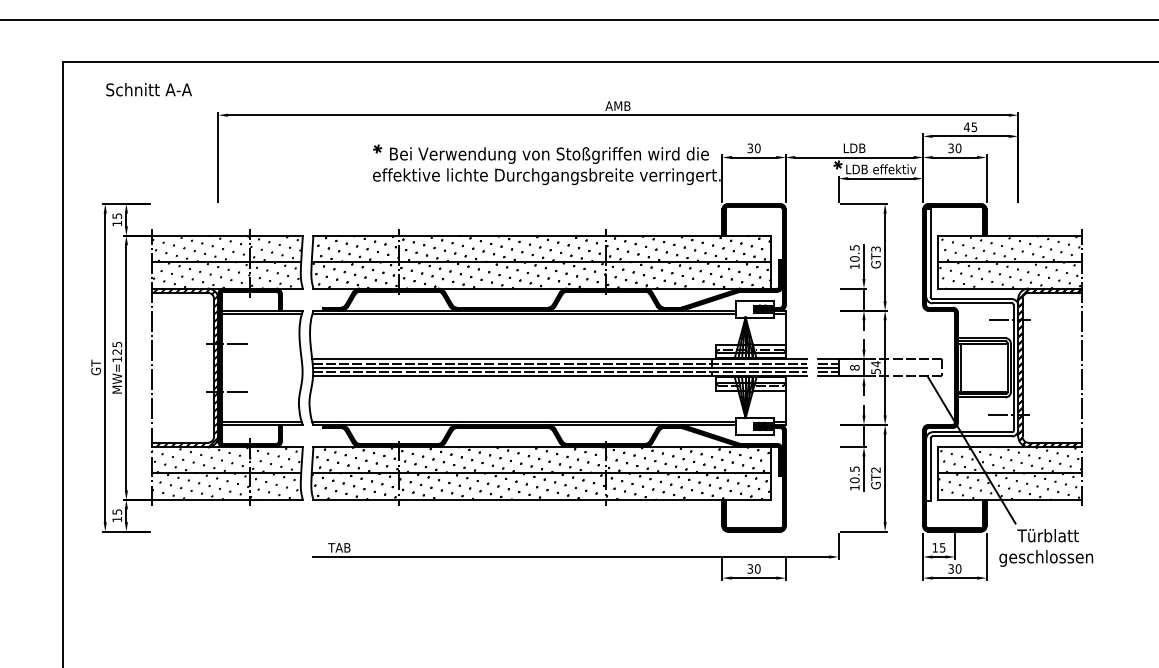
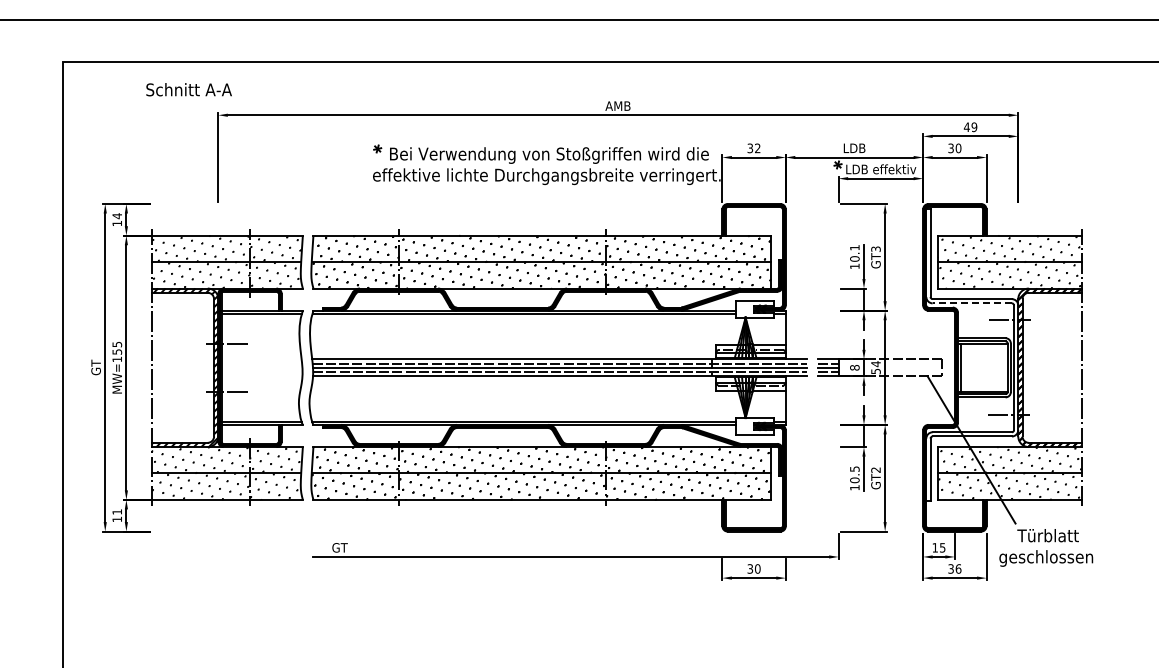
text at (148, 89) position: (148, 89) -> (188, 89)
text at (974, 126): 45 -> 49
text at (757, 148): 30 -> 32
text at (117, 216): 15 -> 14
text at (854, 247): 10.5 -> 10.1
line at (972, 303): solid -> dashed
text at (117, 351): MW=125 -> MW=155
text at (117, 511): 15 -> 11
text at (339, 547): TAB -> GT
text at (958, 568): 30 -> 36
